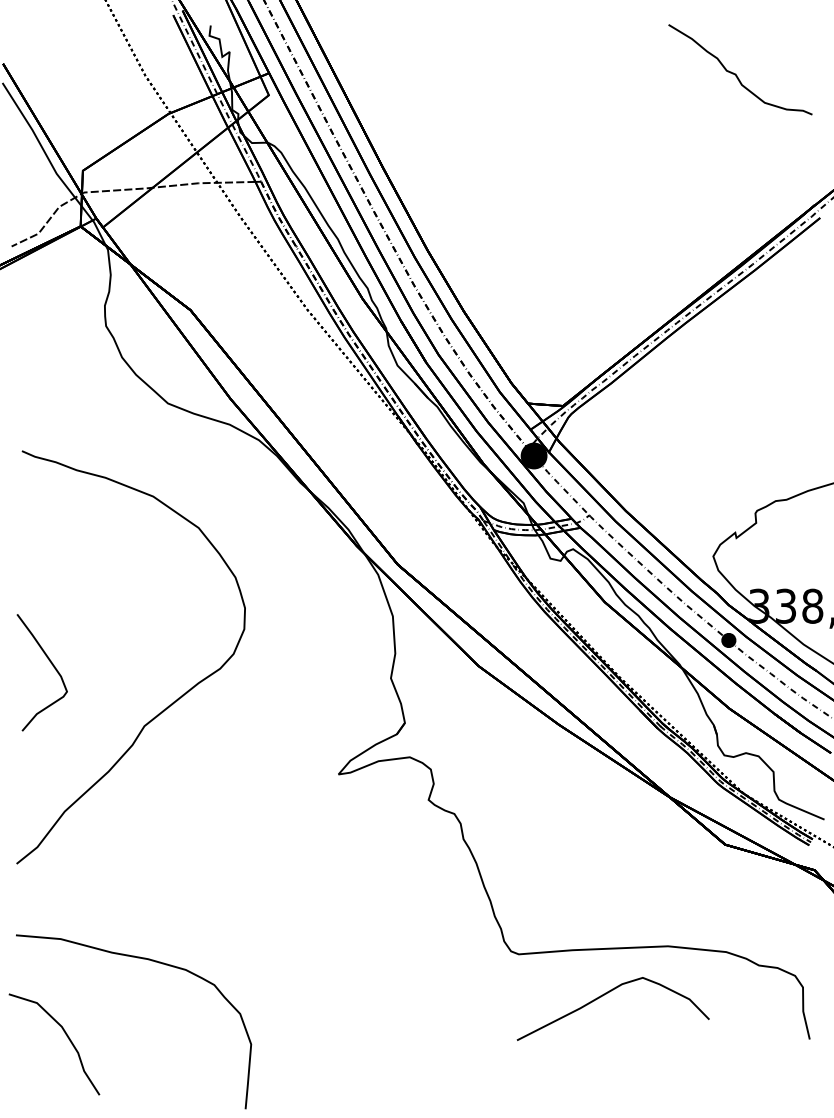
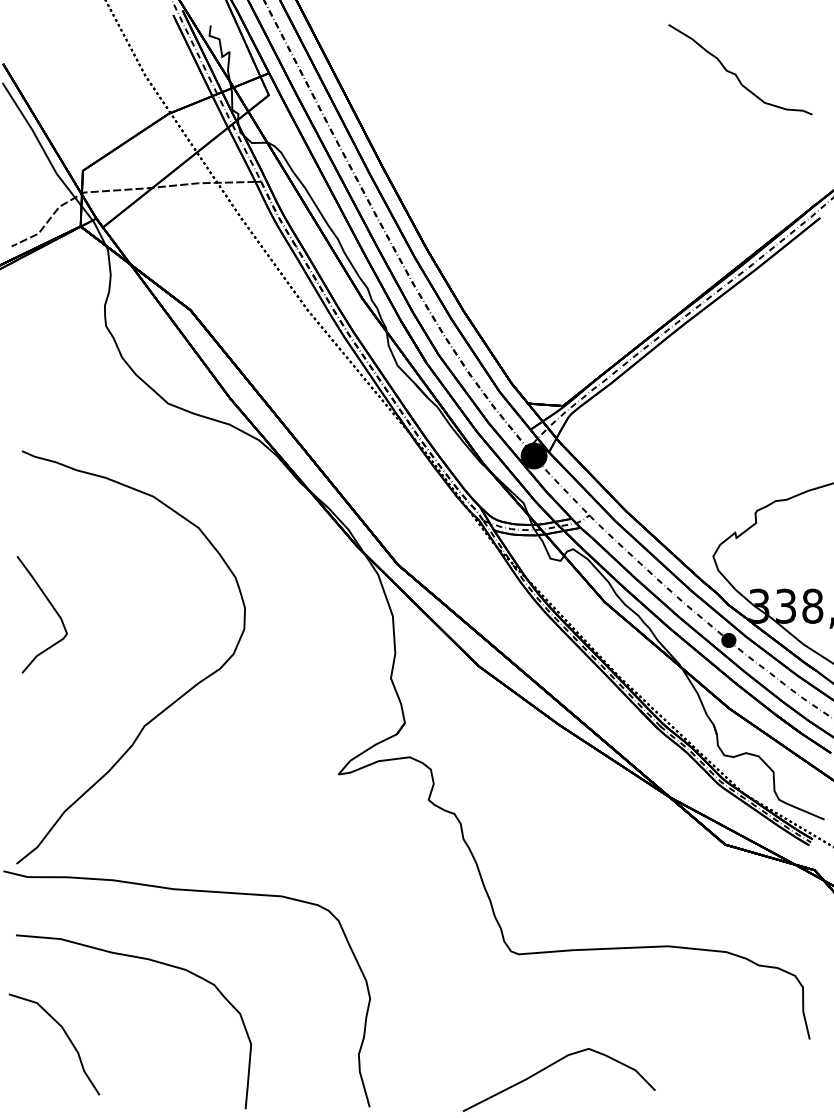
curve at (50, 663) position: (50, 663) -> (50, 605)
curve at (188, 891): none -> present
curve at (603, 996) position: (603, 996) -> (549, 1067)
